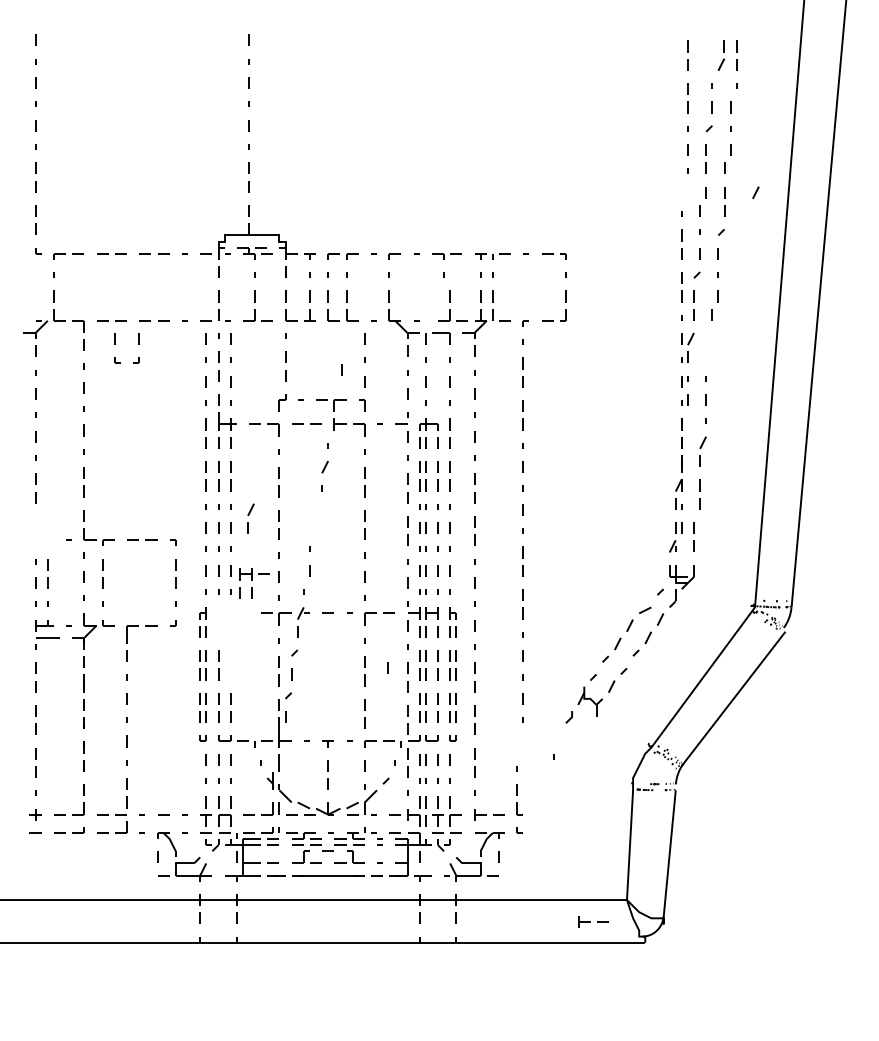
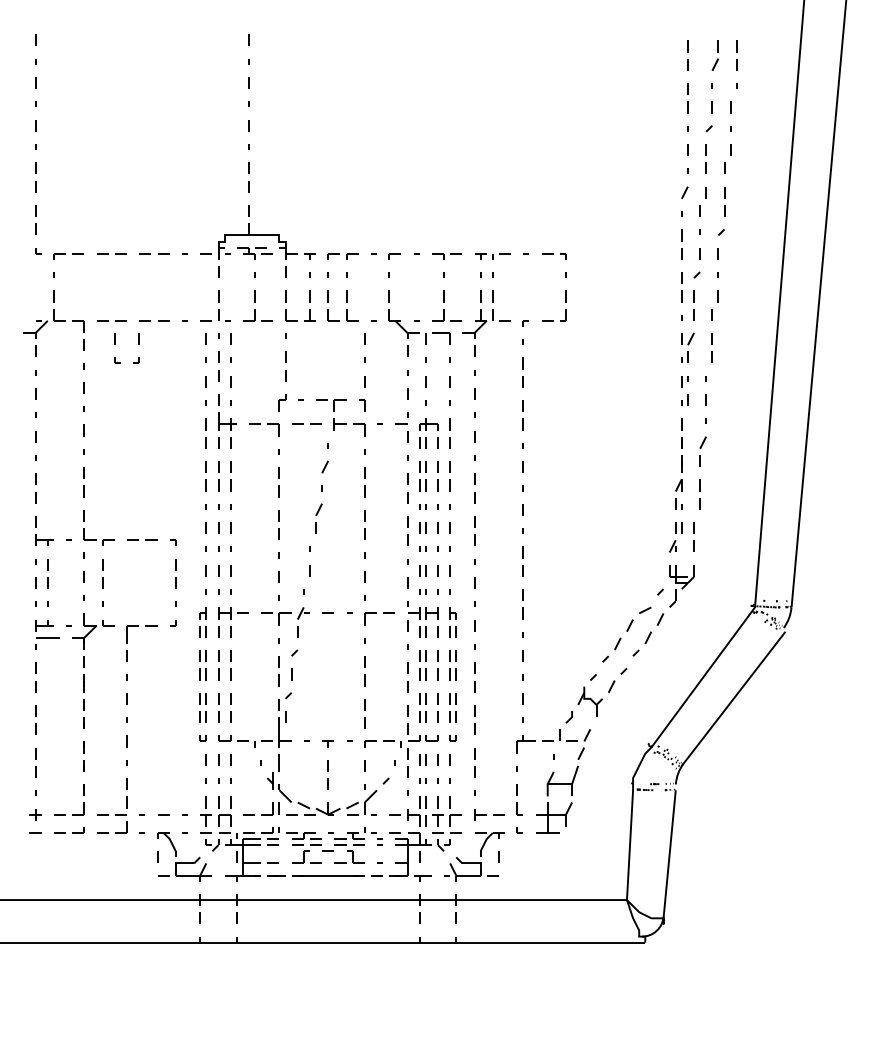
part at (720, 55) position: (720, 55) -> (714, 55)
line at (755, 192) position: (755, 192) -> (684, 192)
part at (452, 305) position: (452, 305) -> (446, 305)
line at (711, 344): none -> present
line at (341, 369): present -> none
part at (250, 518) position: (250, 518) -> (318, 518)
part at (36, 527): none -> present
part at (254, 583) position: (254, 583) -> (233, 622)
line at (387, 667): present -> none
line at (230, 668): none -> present
part at (553, 781): none -> present
part at (593, 921): present -> none
